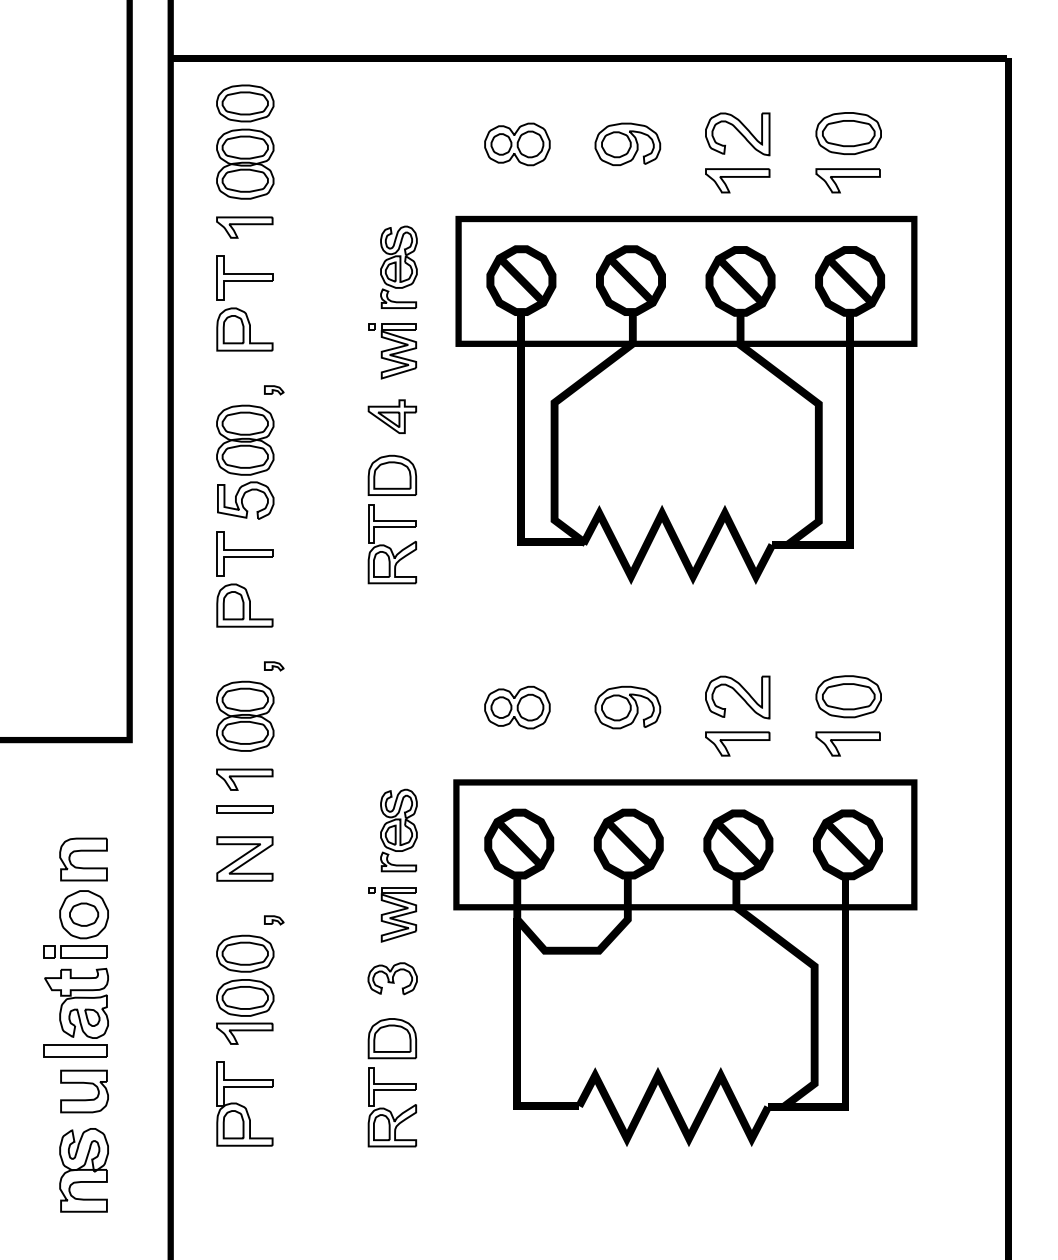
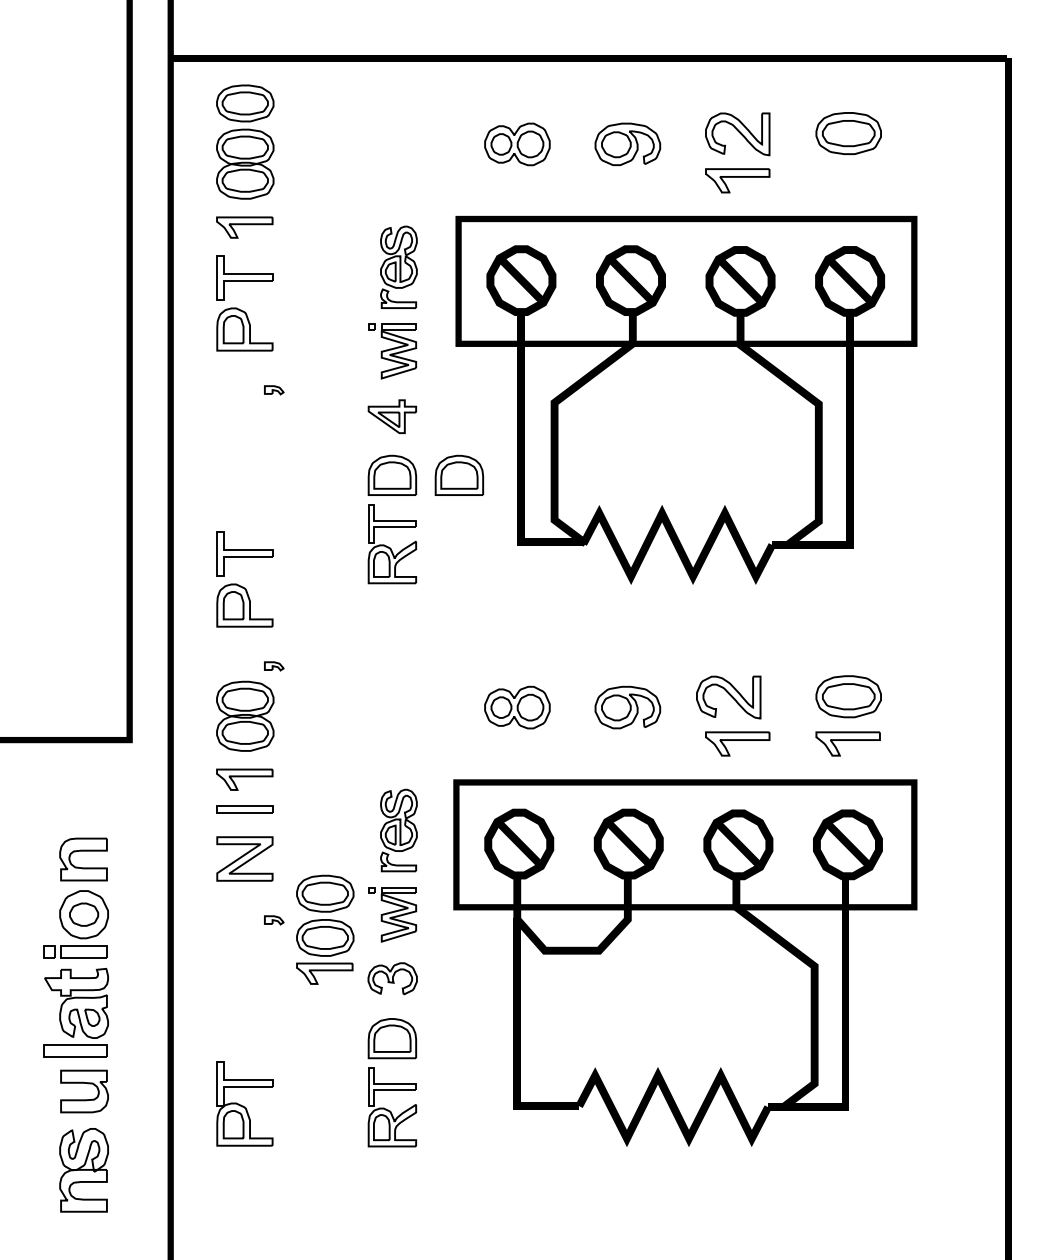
part at (847, 180): present -> none
part at (245, 461): present -> none
part at (459, 474): none -> present
part at (737, 697) position: (737, 697) -> (728, 697)
part at (245, 989) position: (245, 989) -> (325, 929)
